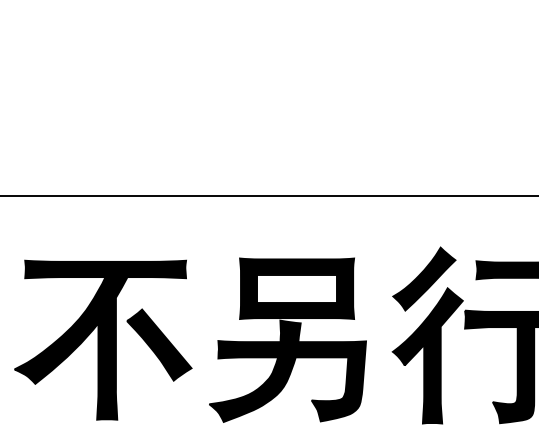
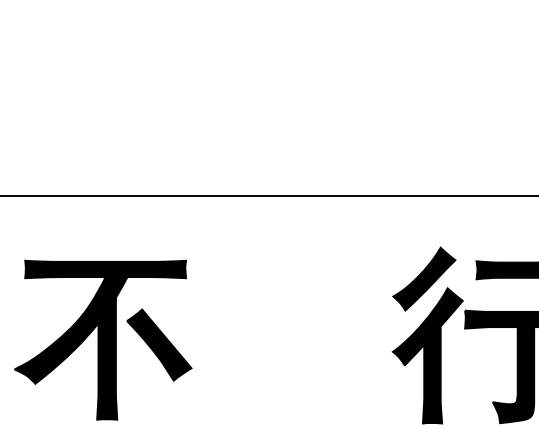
part at (287, 339): present -> none
